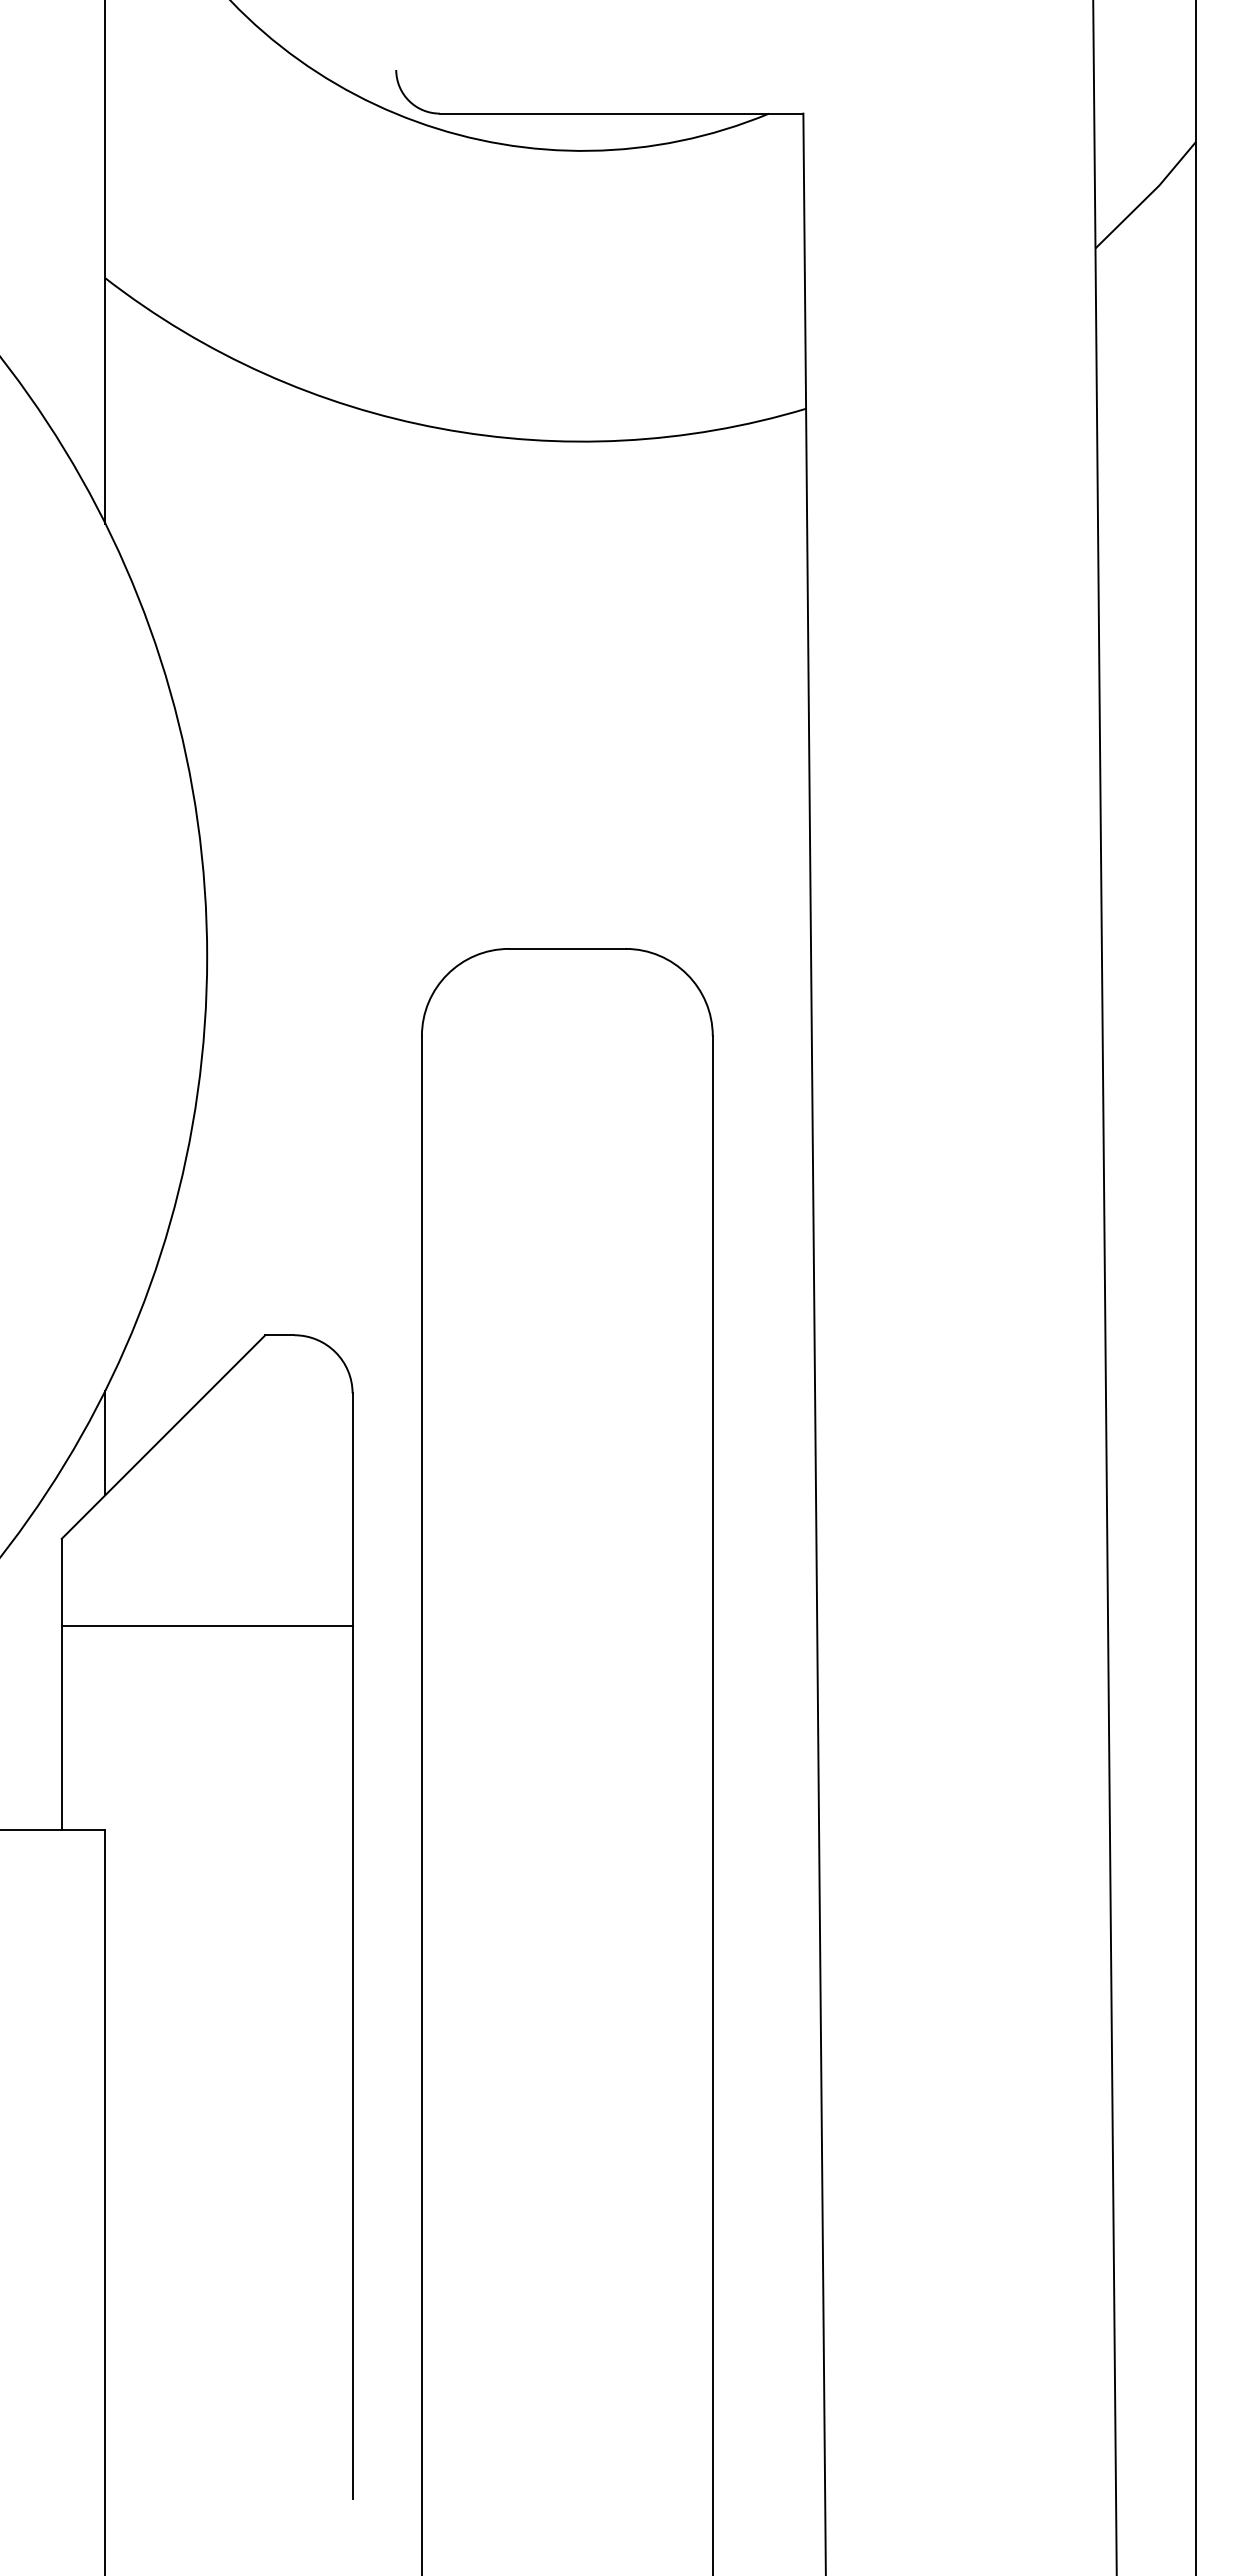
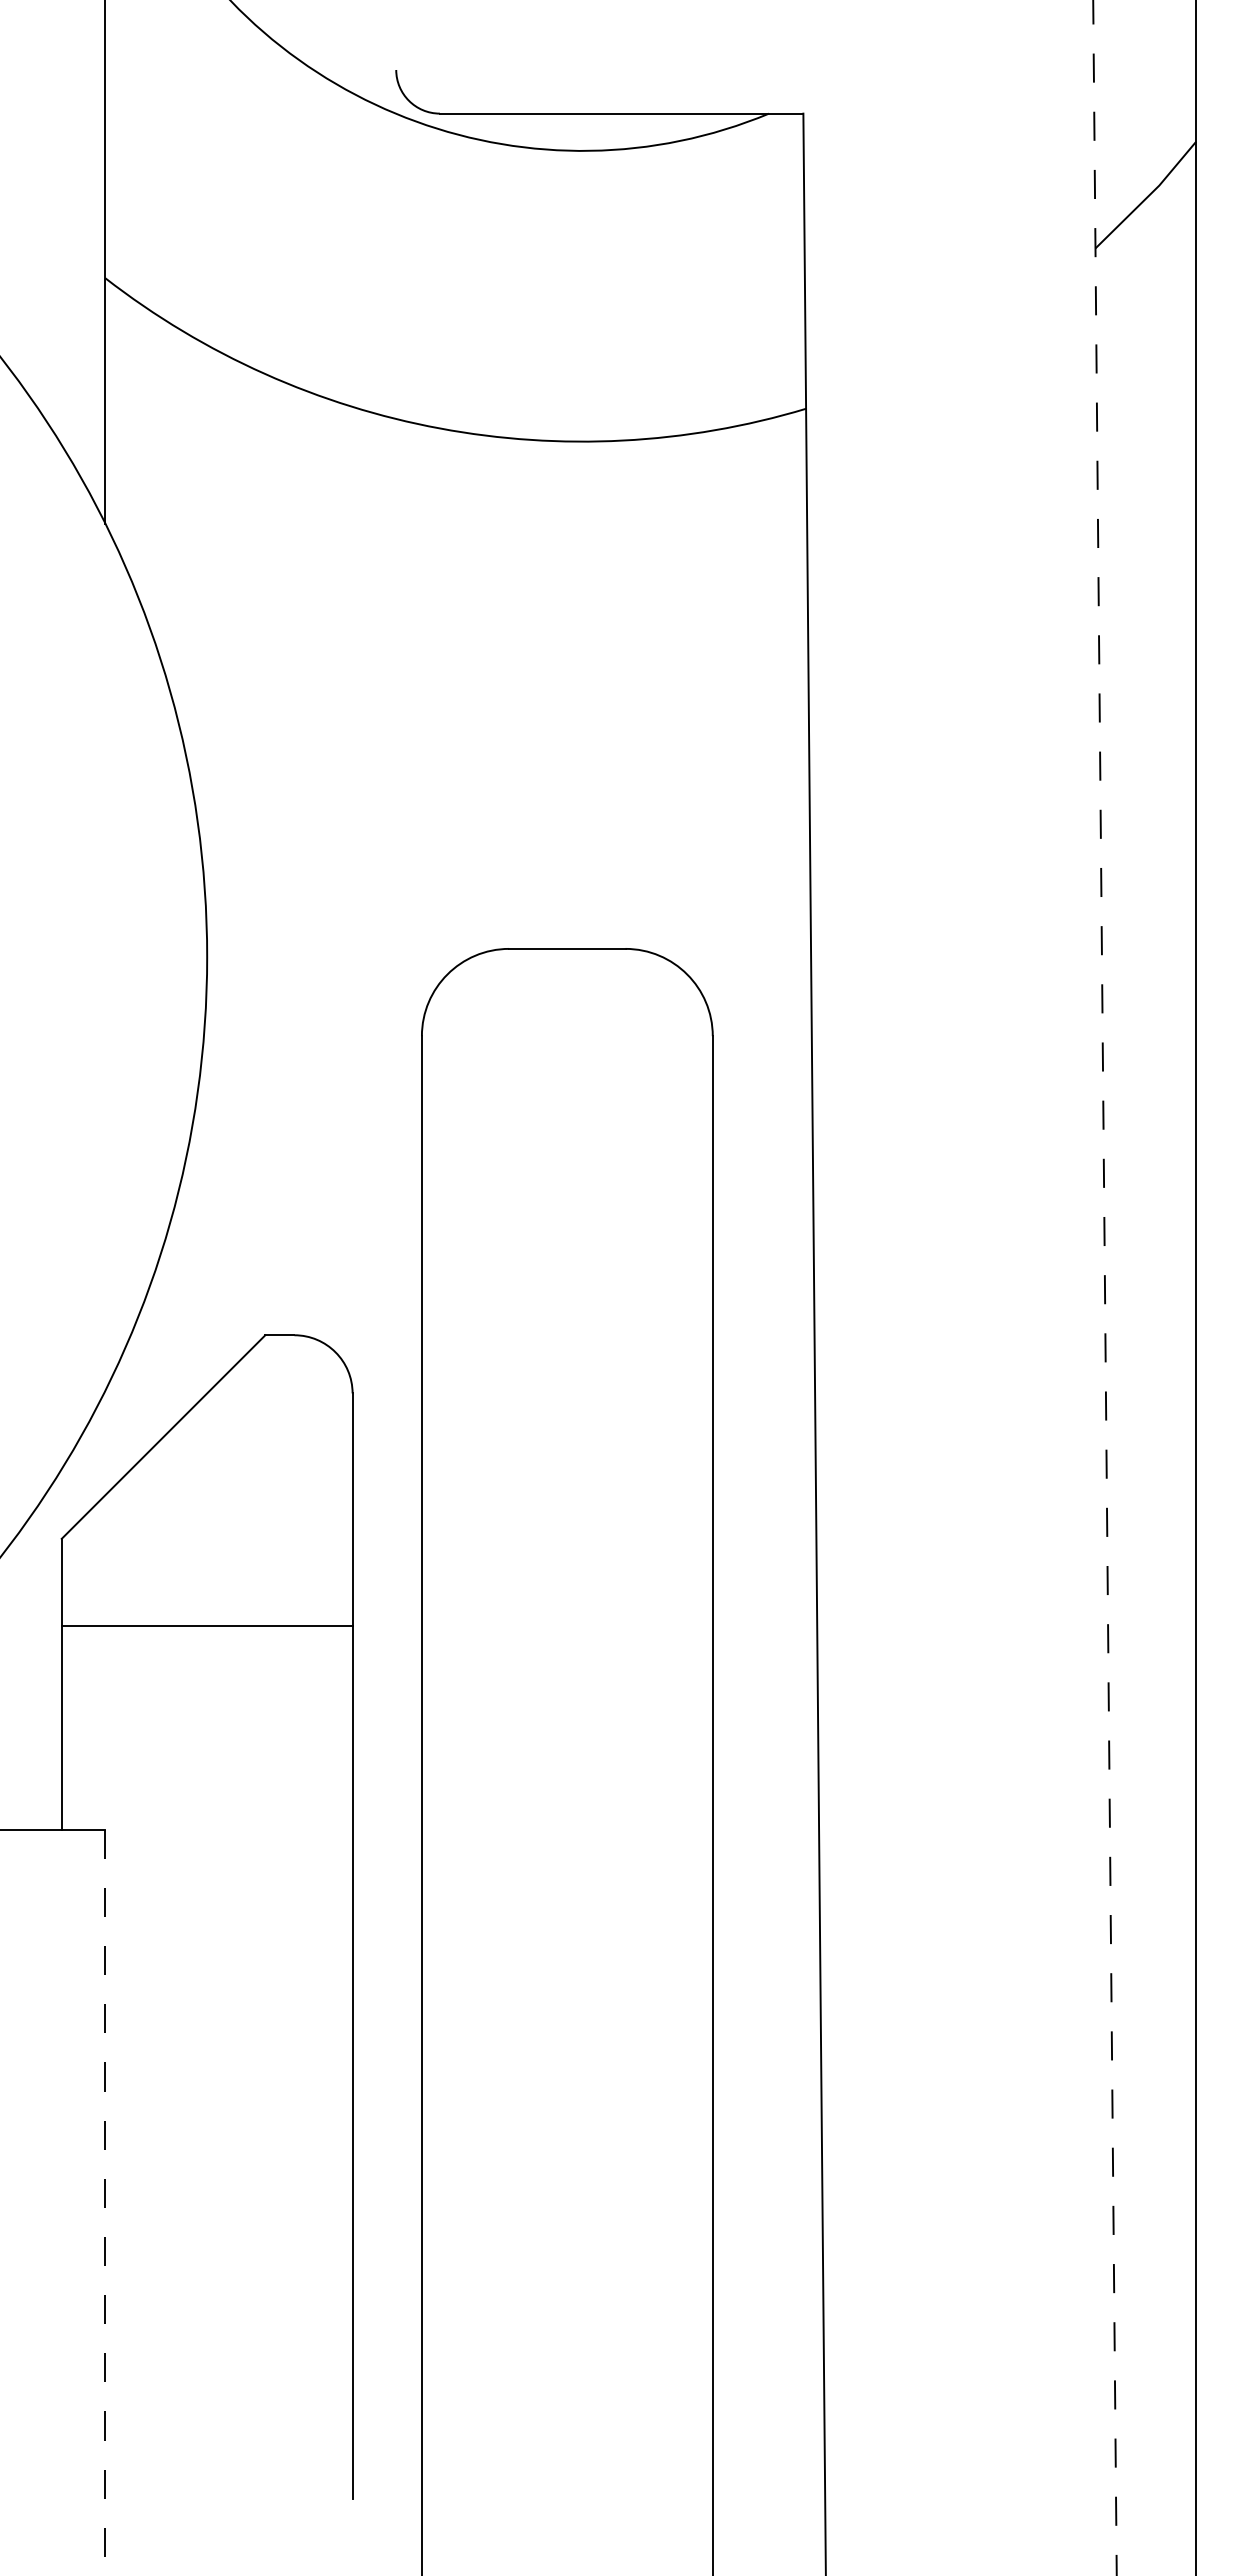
line at (1104, 1287): solid -> dashed
line at (105, 1442): present -> none
line at (105, 2202): solid -> dashed
